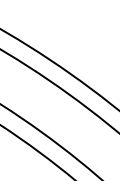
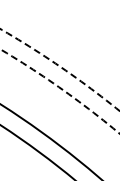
arc at (61, 67): solid -> dashed
arc at (61, 89): solid -> dashed
